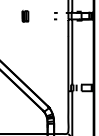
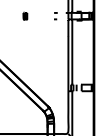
part at (25, 15) size: 9x14 px -> 7x10 px
